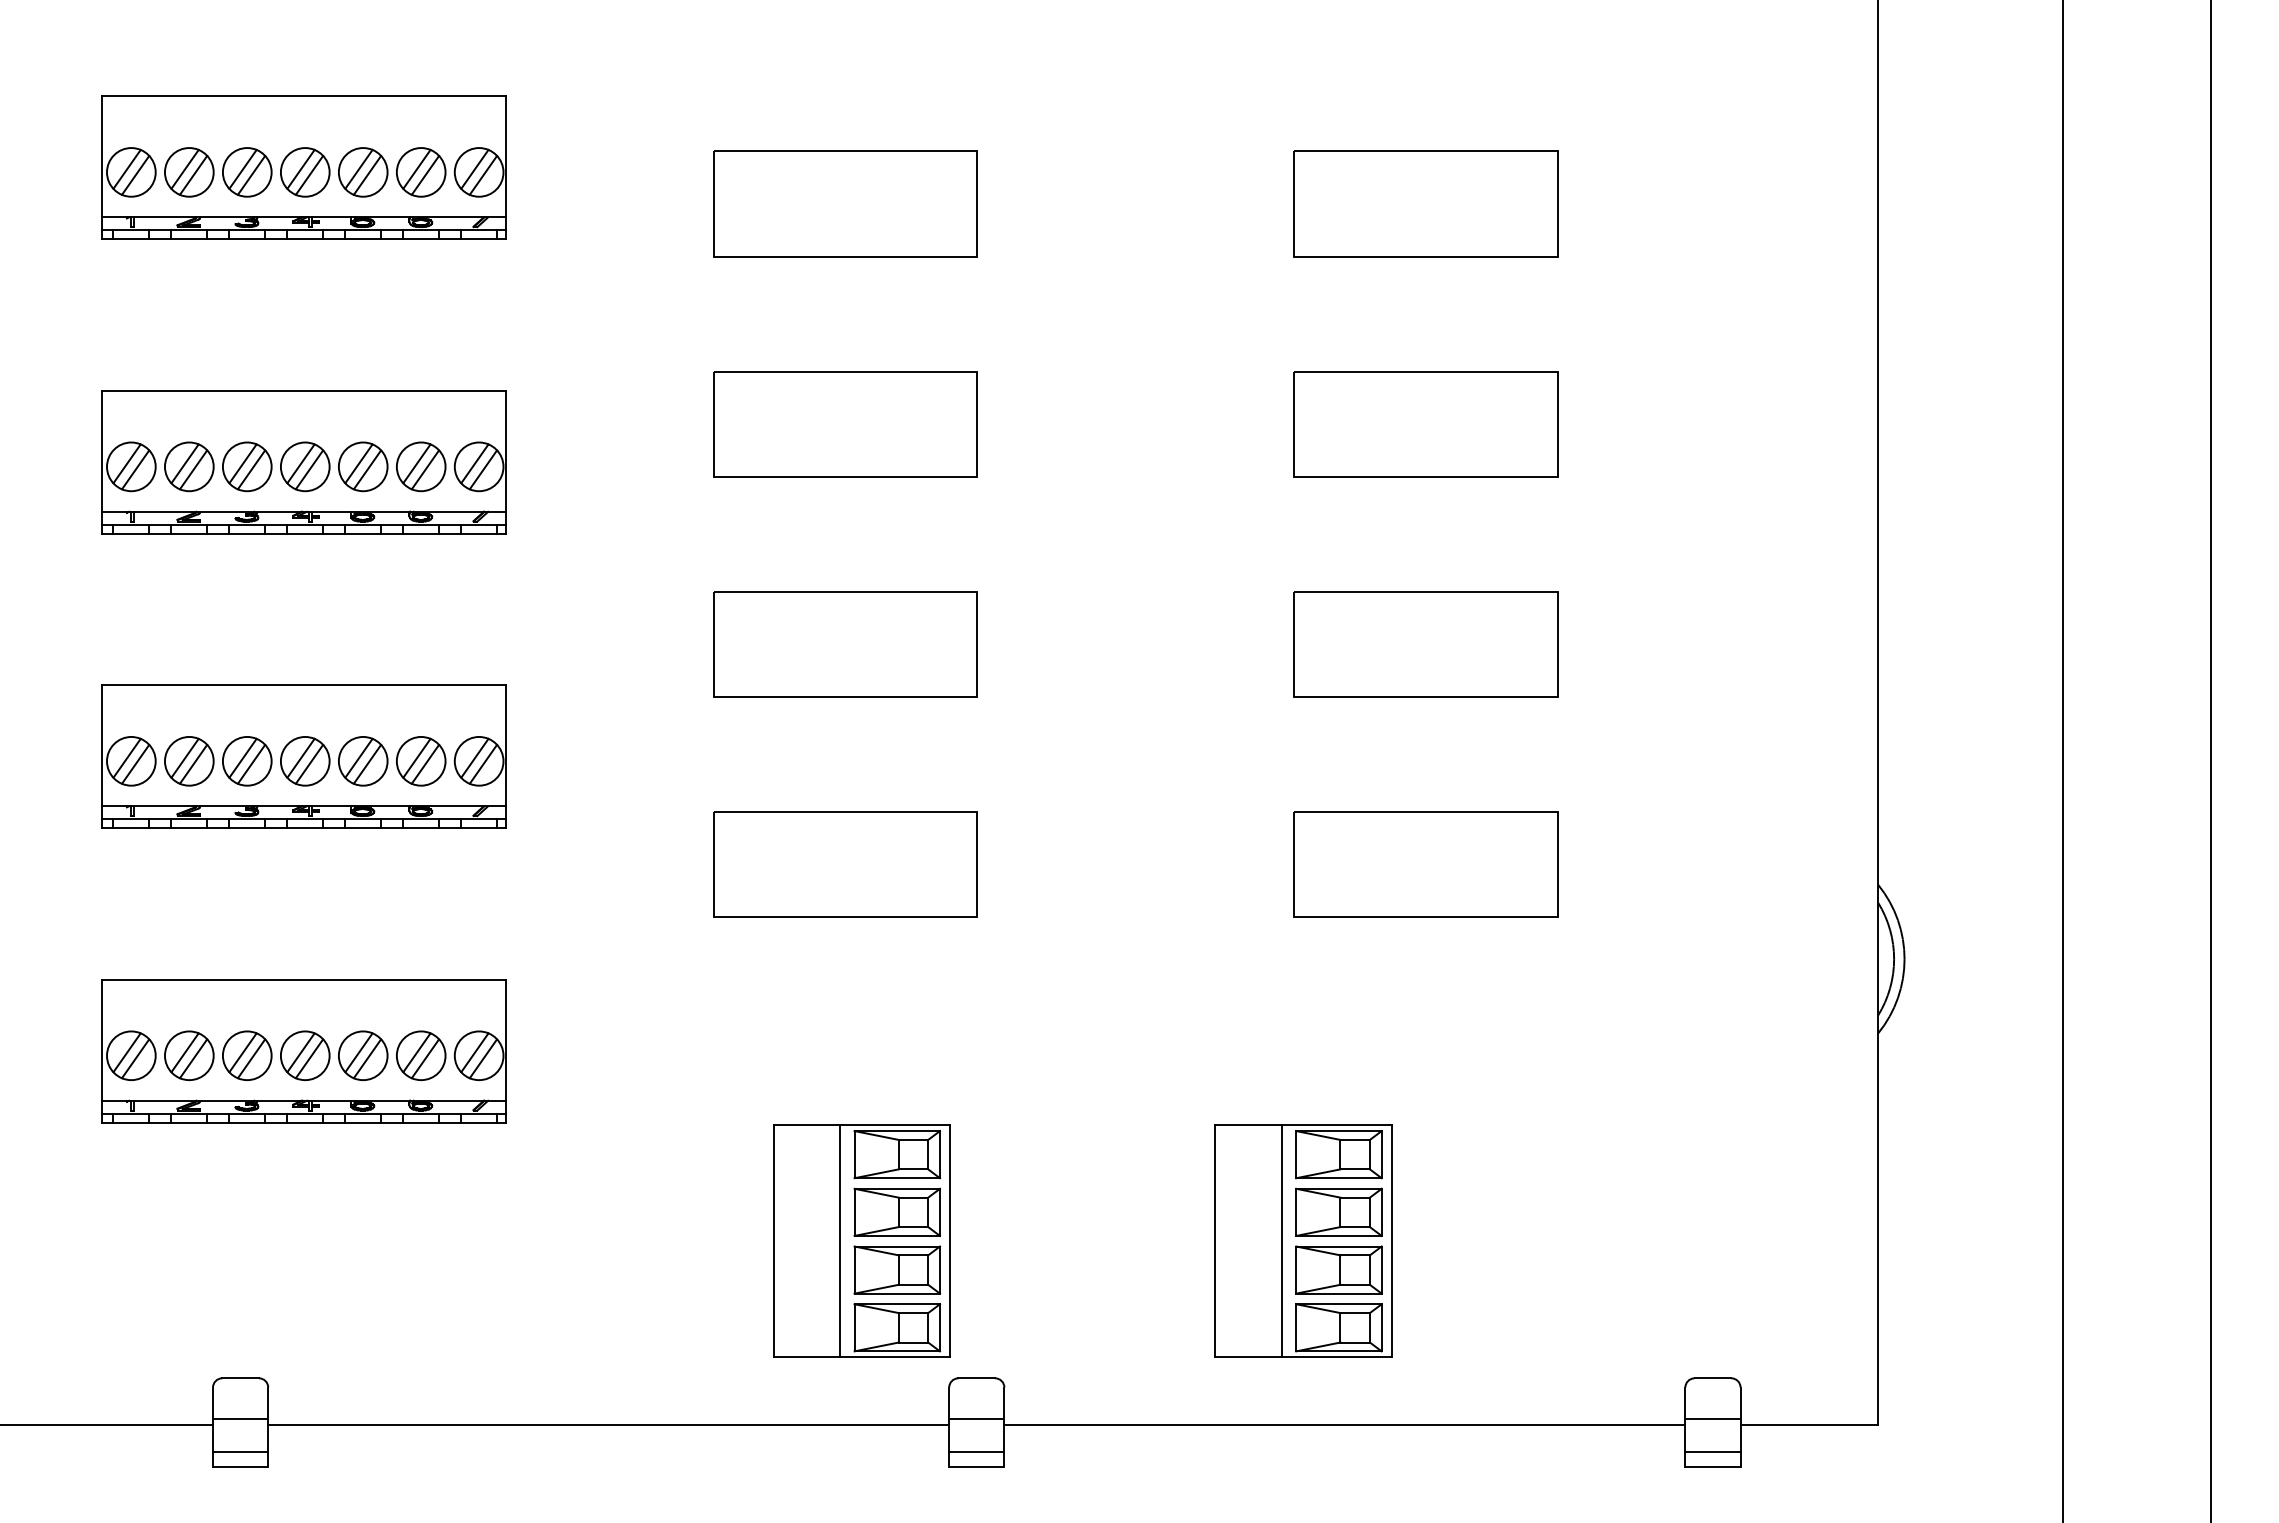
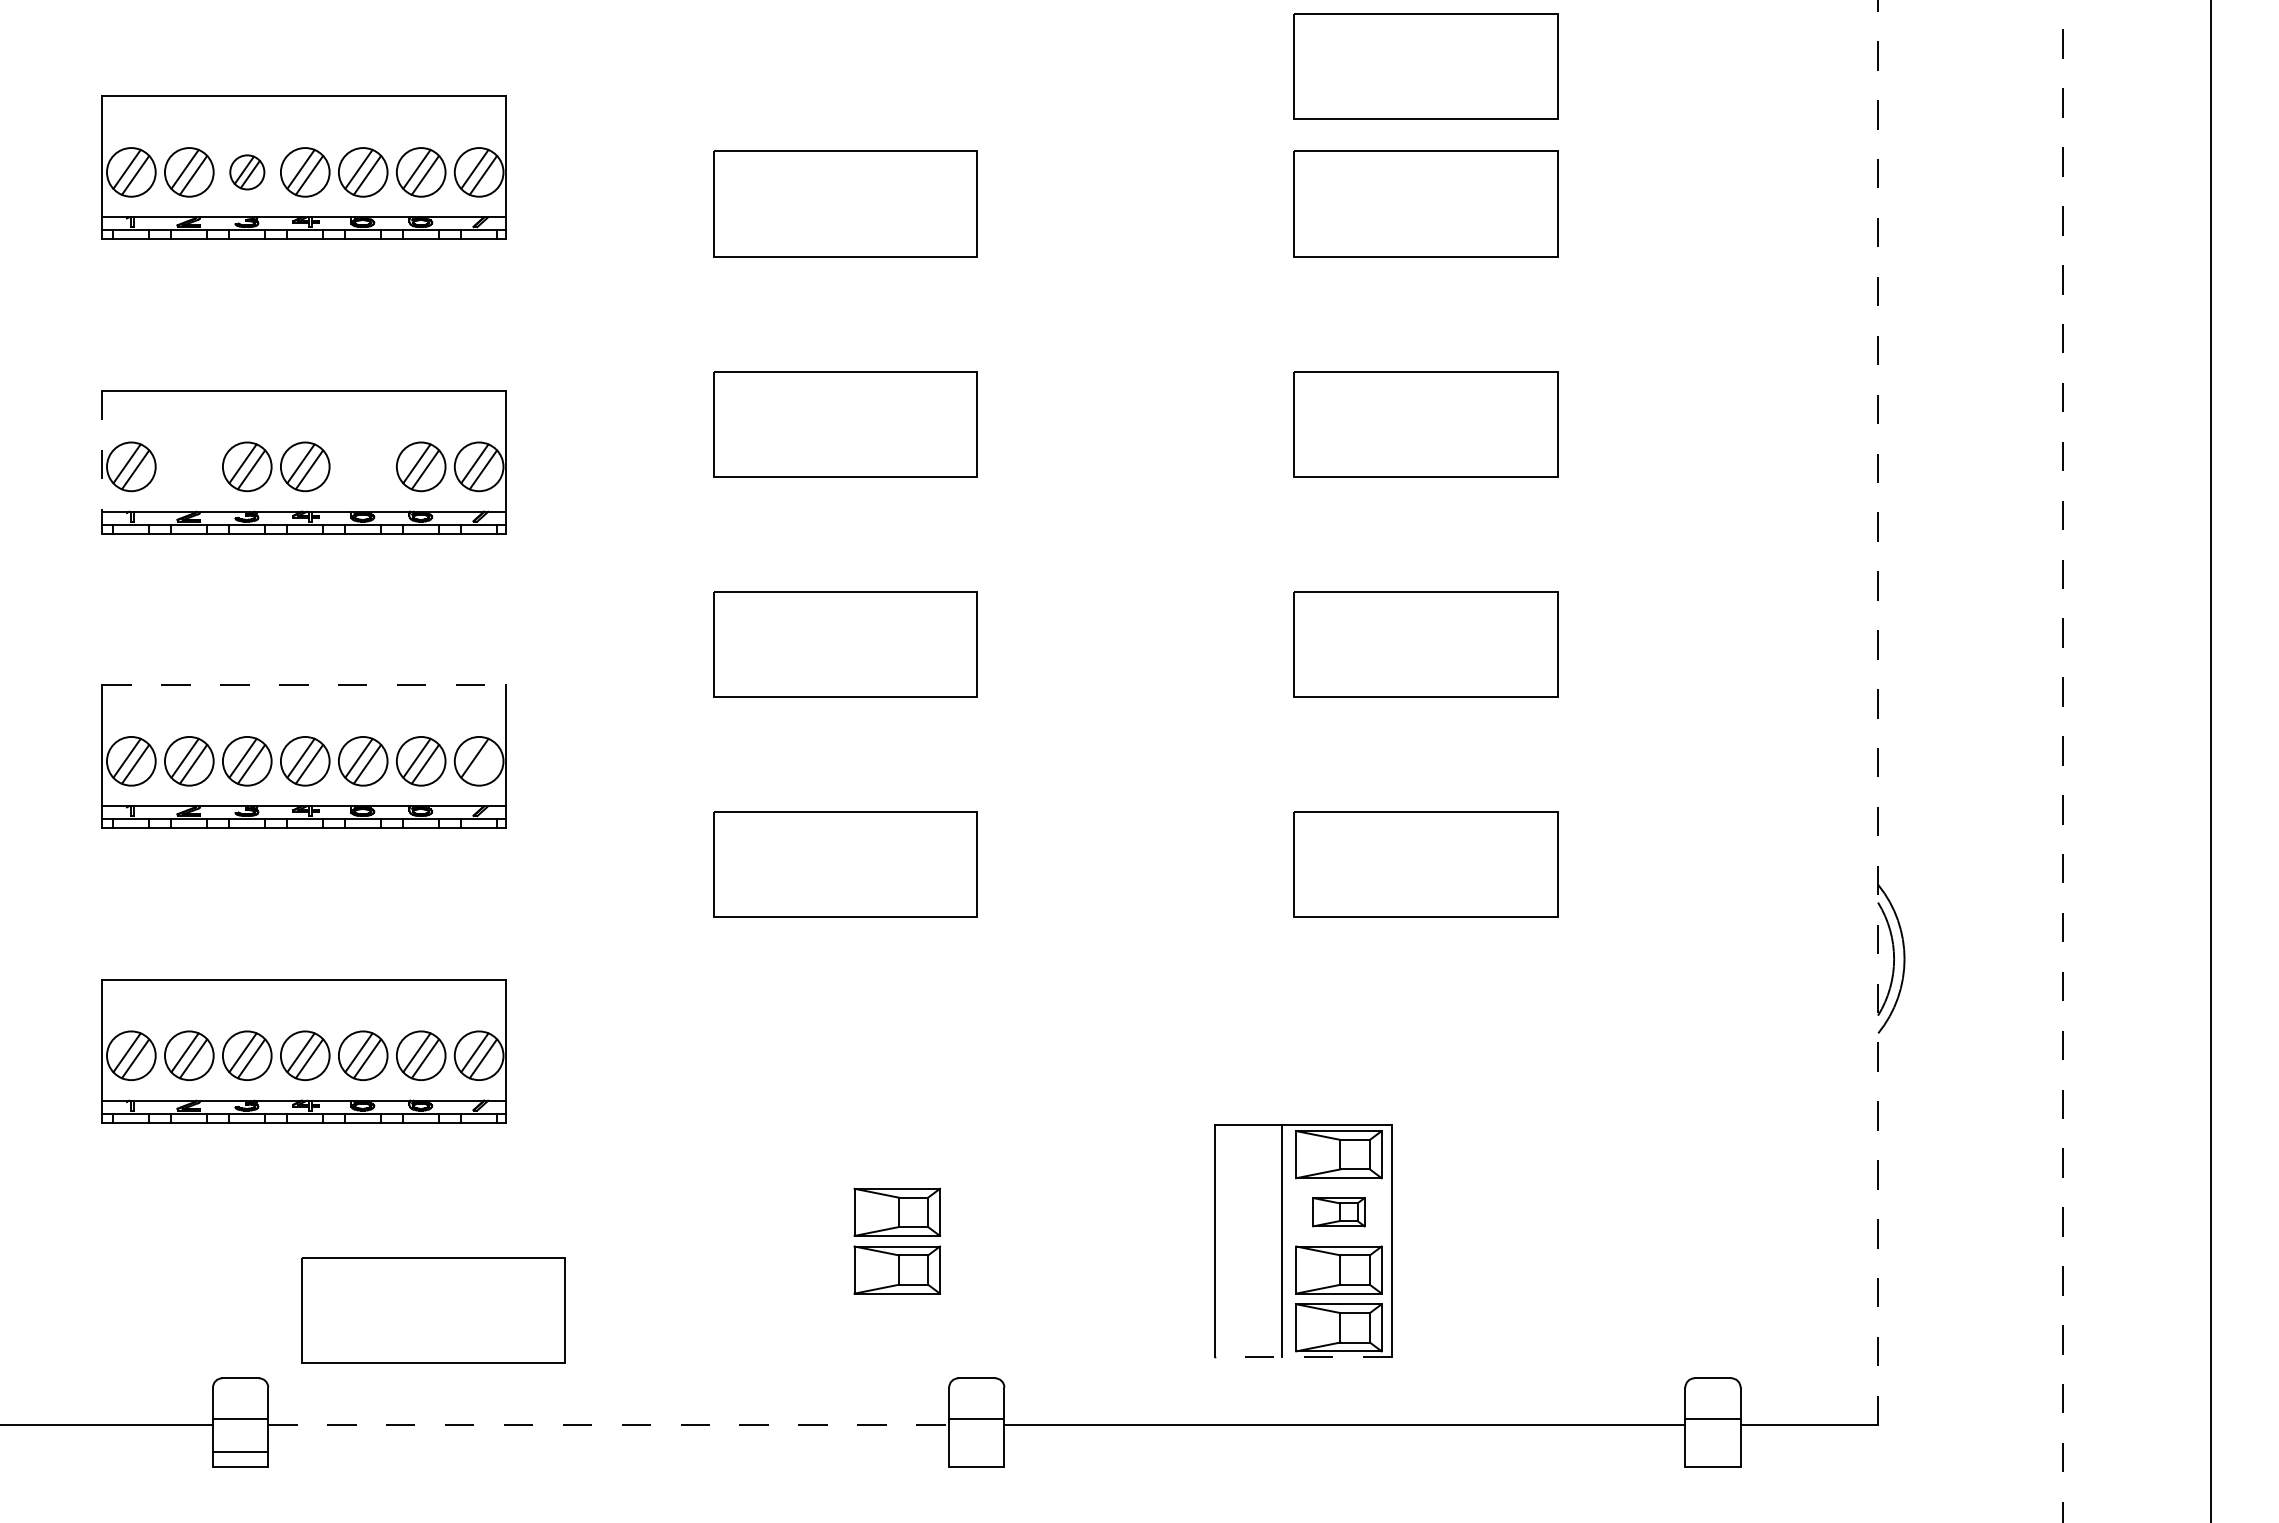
part at (1425, 66): none -> present
part at (247, 172) size: 51x51 px -> 37x37 px
line at (102, 462): solid -> dashed
part at (189, 466): present -> none
part at (363, 466): present -> none
line at (304, 685): solid -> dashed
line at (1877, 712): solid -> dashed
line at (2063, 761): solid -> dashed
line at (483, 763): present -> none
part at (1338, 1211) size: 88x50 px -> 54x31 px
part at (861, 1240): present -> none
part at (433, 1310): none -> present
line at (1303, 1357): solid -> dashed
line at (609, 1425): solid -> dashed
line at (976, 1451): present -> none
line at (1712, 1451): present -> none
